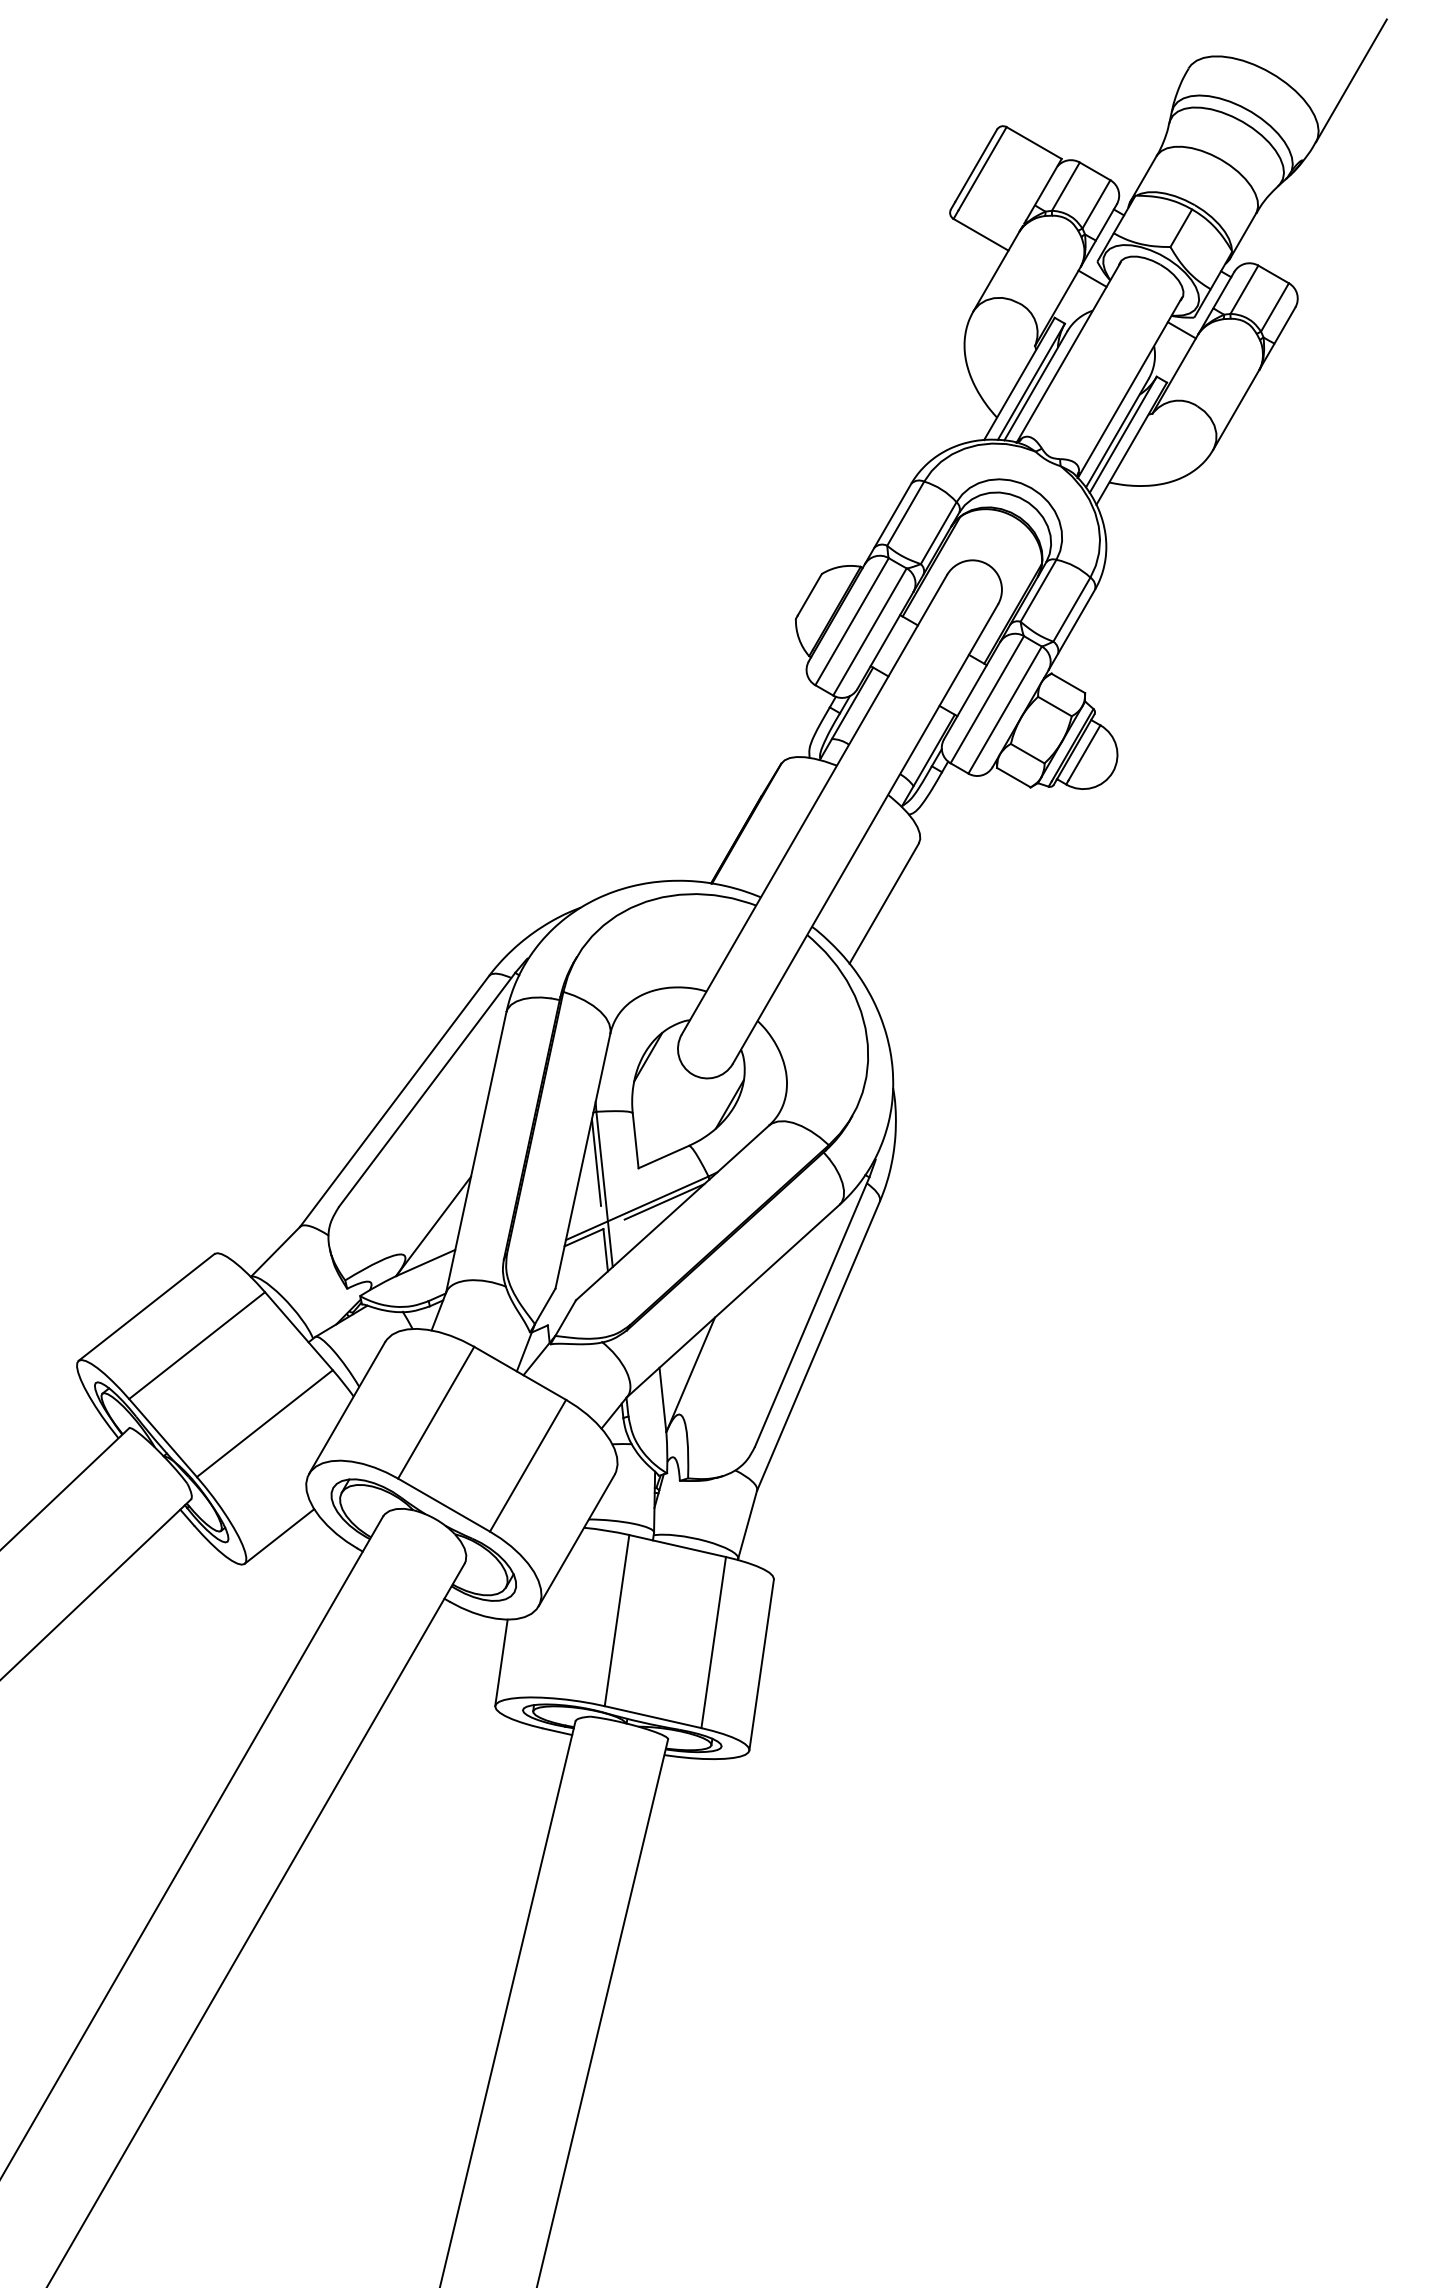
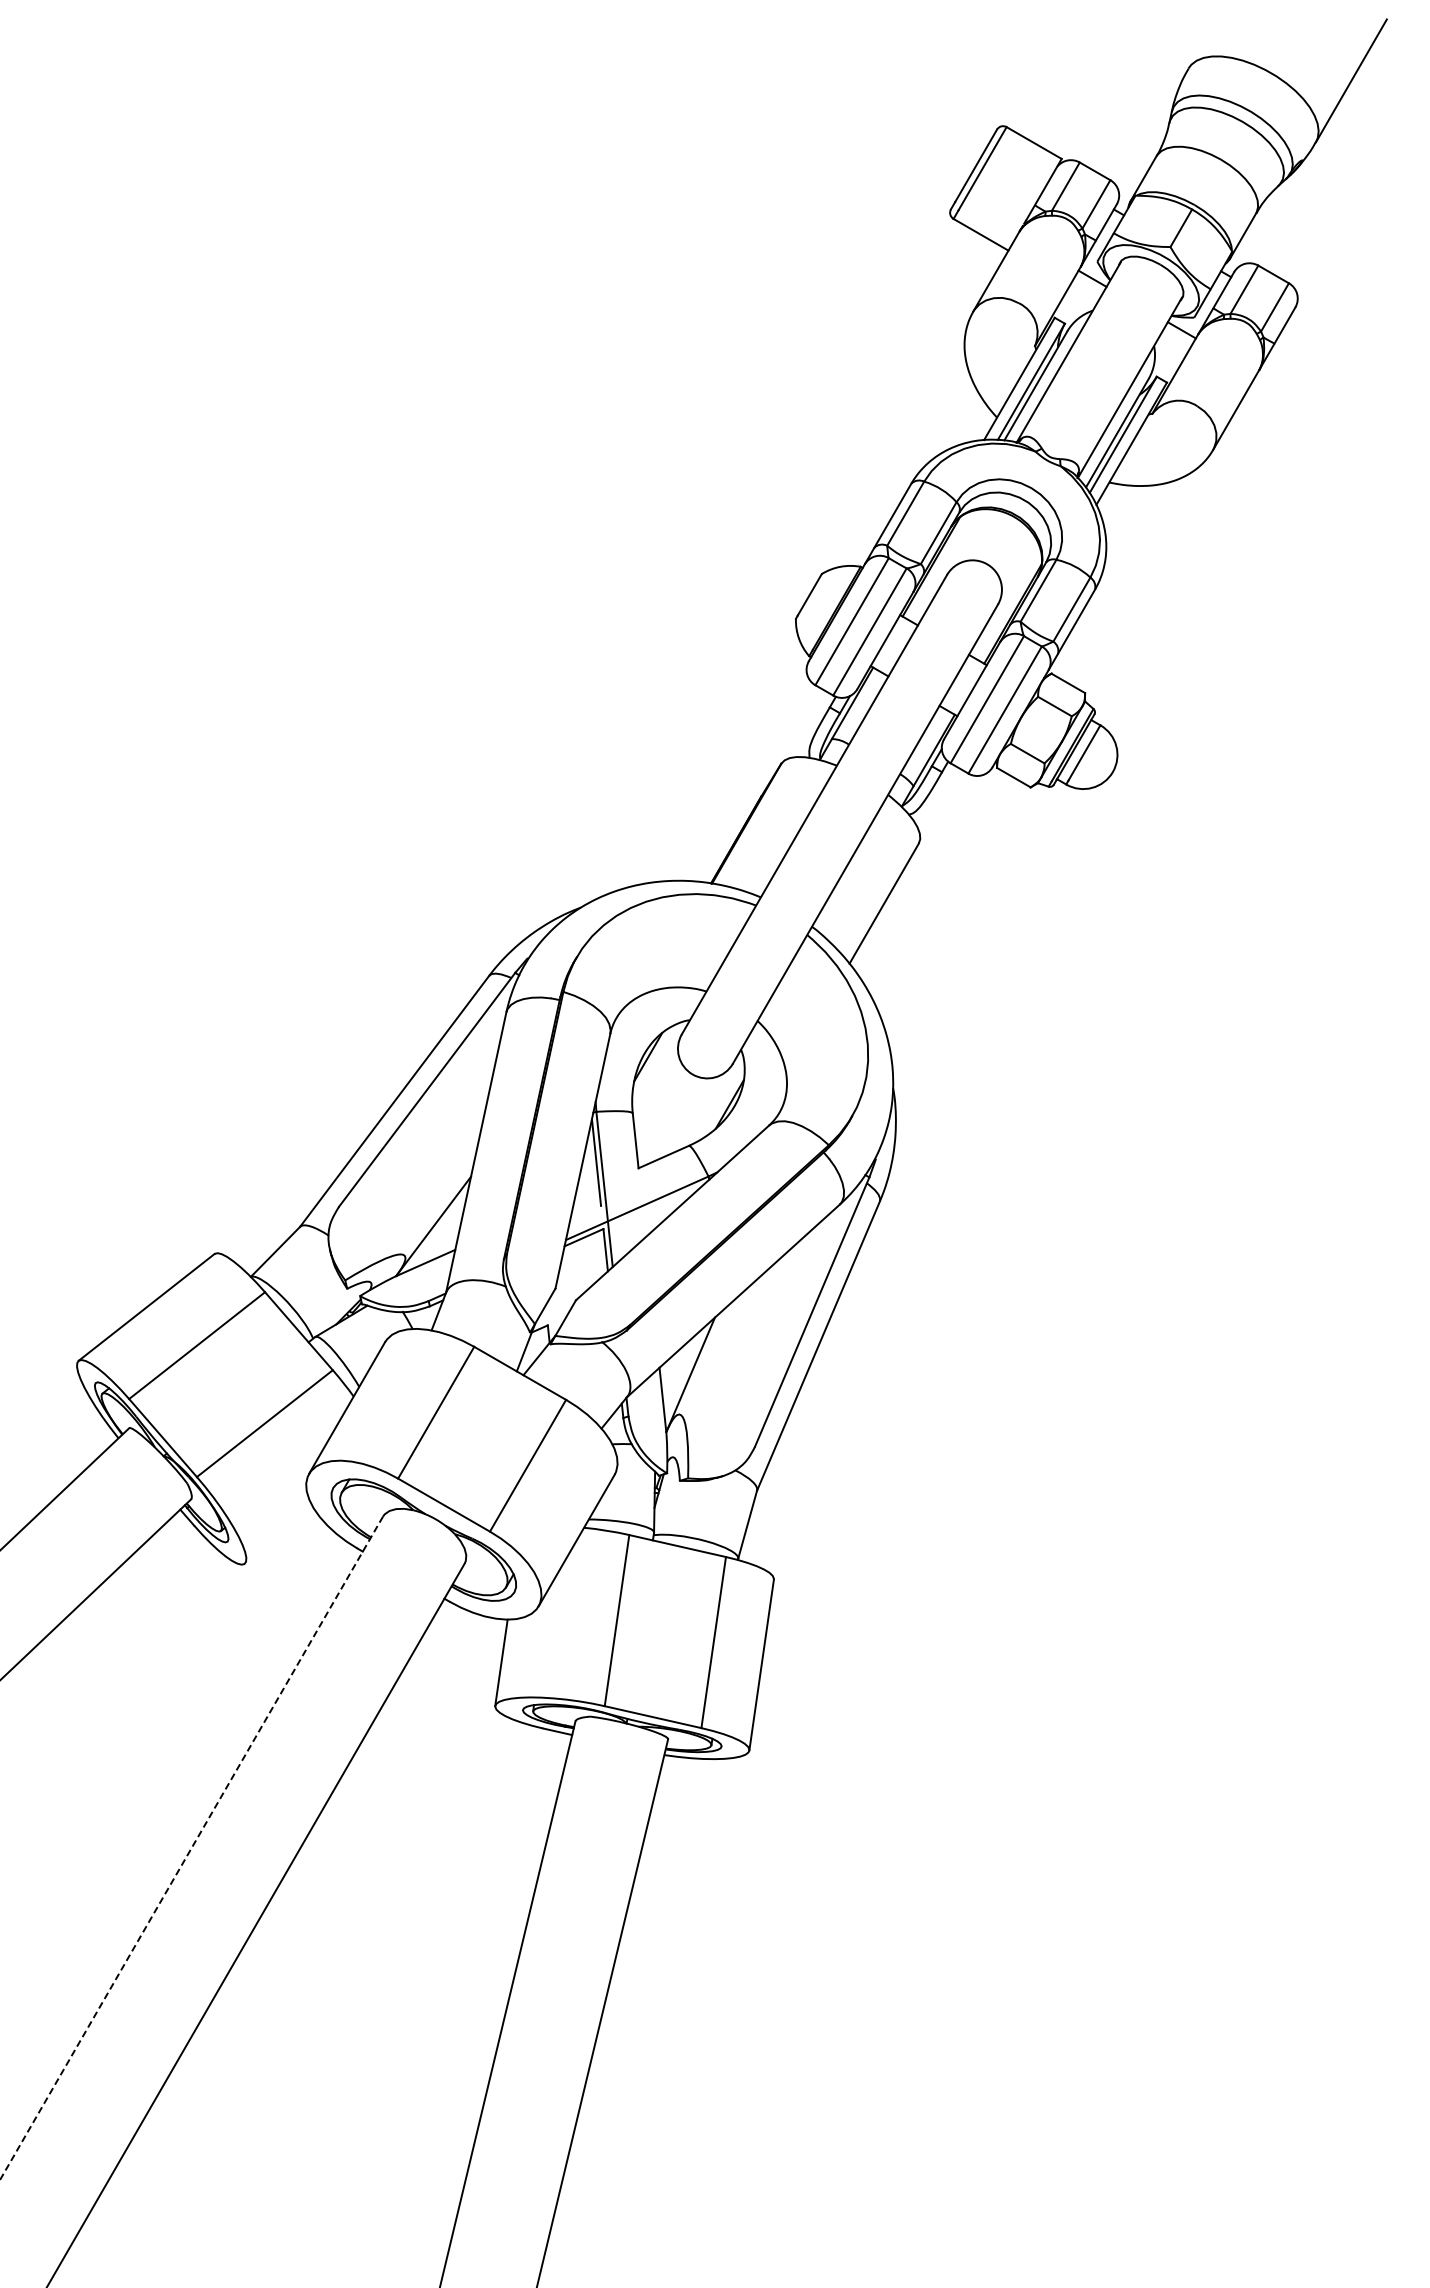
line at (664, 1201): present -> none
line at (279, 1536): present -> none
line at (191, 1848): solid -> dashed
